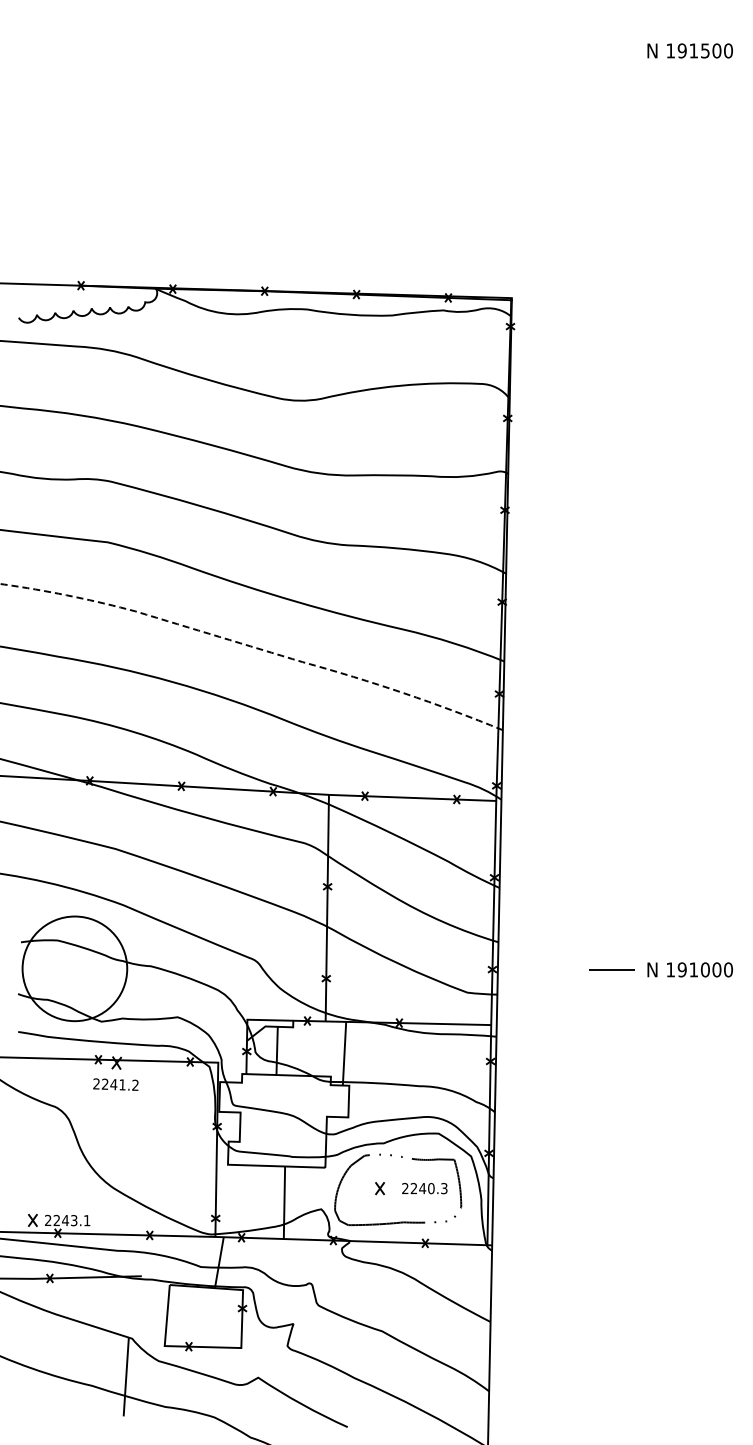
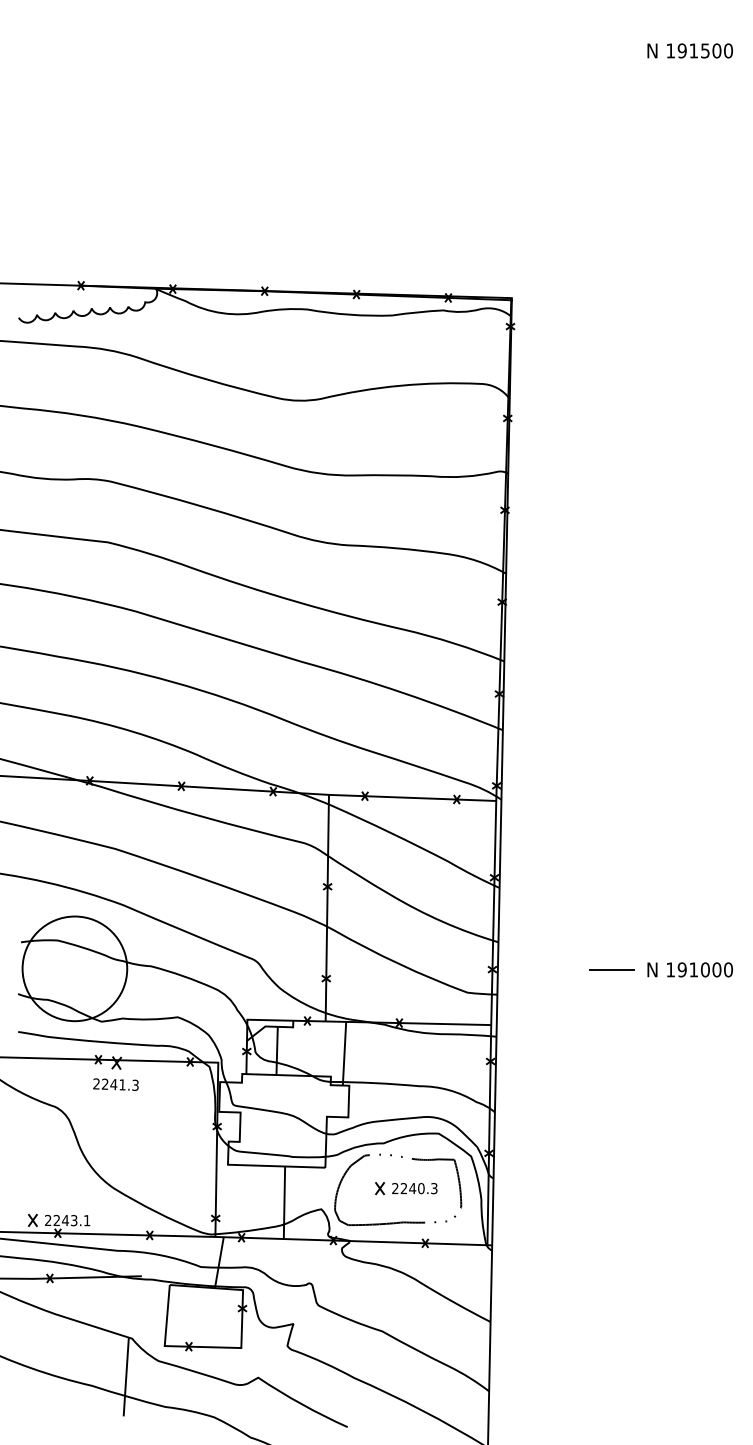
line at (256, 648): dashed -> solid
text at (135, 1085): 2241.2 -> 2241.3
text at (424, 1188) position: (424, 1188) -> (414, 1188)
